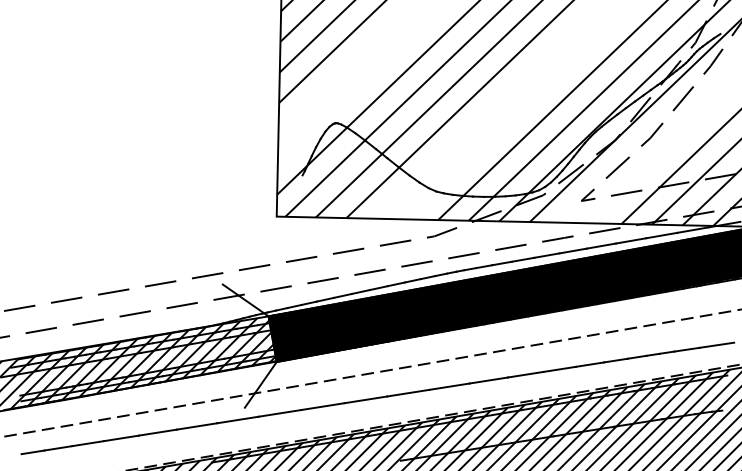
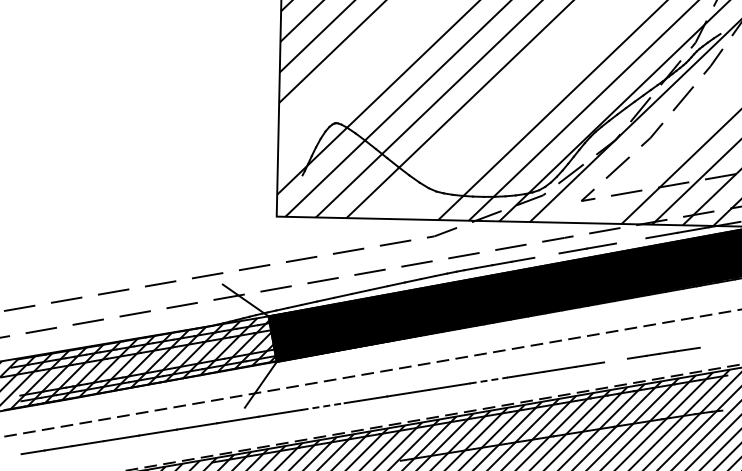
line at (631, 240): present -> none
line at (546, 255): present -> none
line at (716, 344): present -> none
line at (615, 360): present -> none
line at (489, 380): solid -> dashed
line at (323, 406): solid -> dashed
